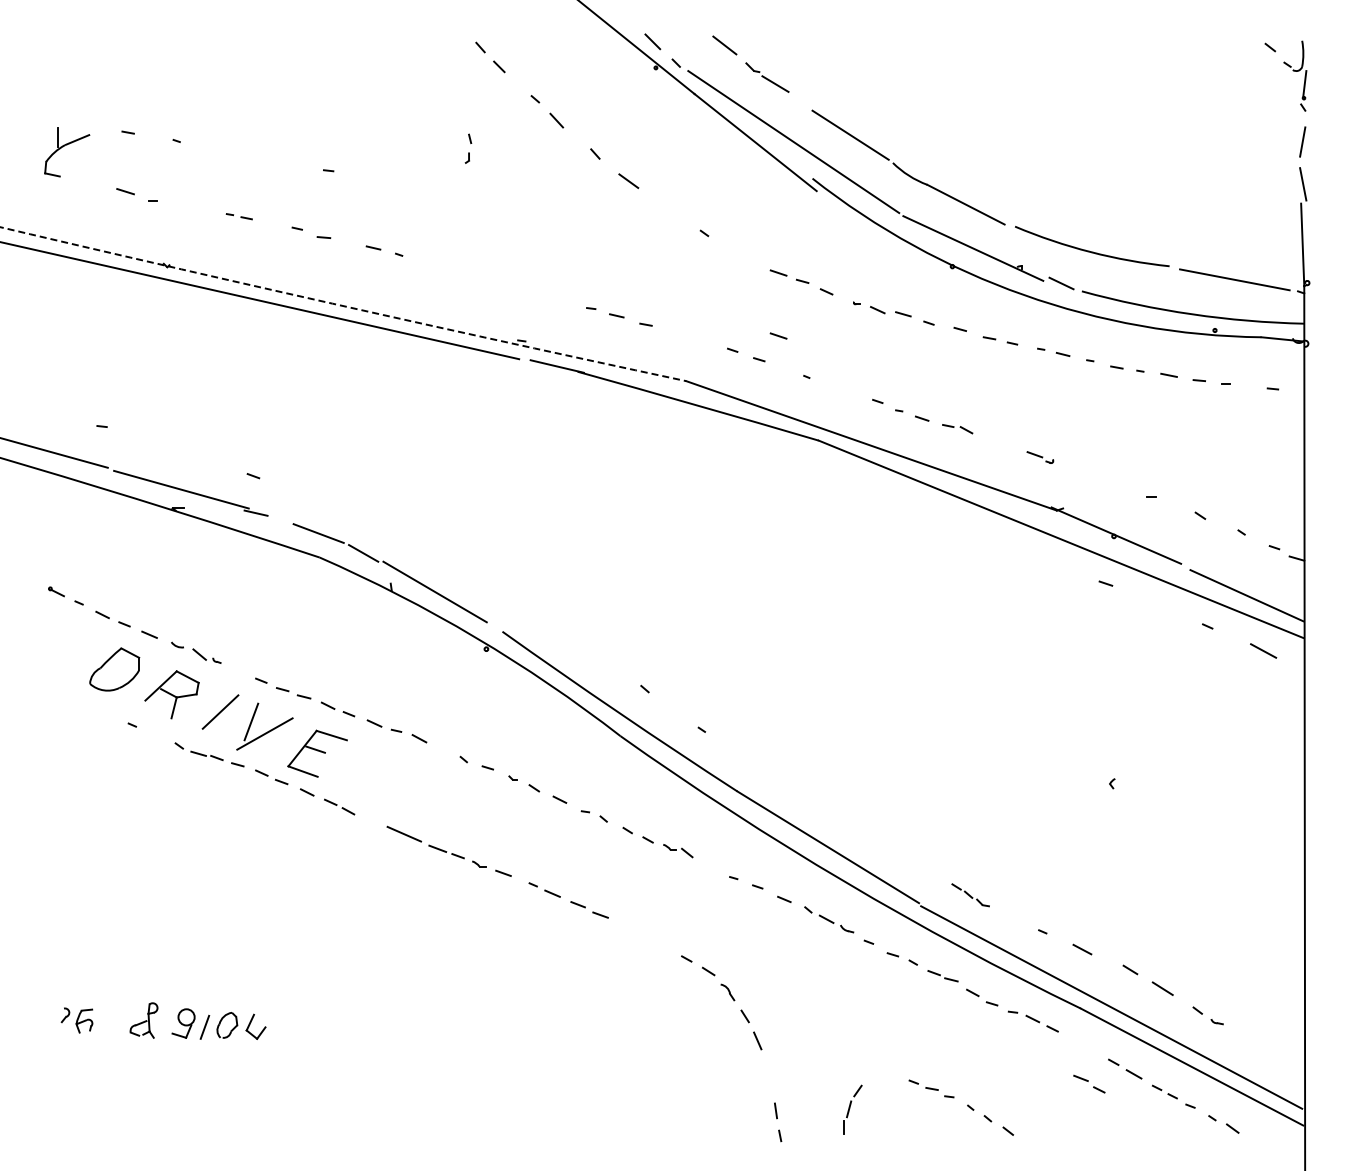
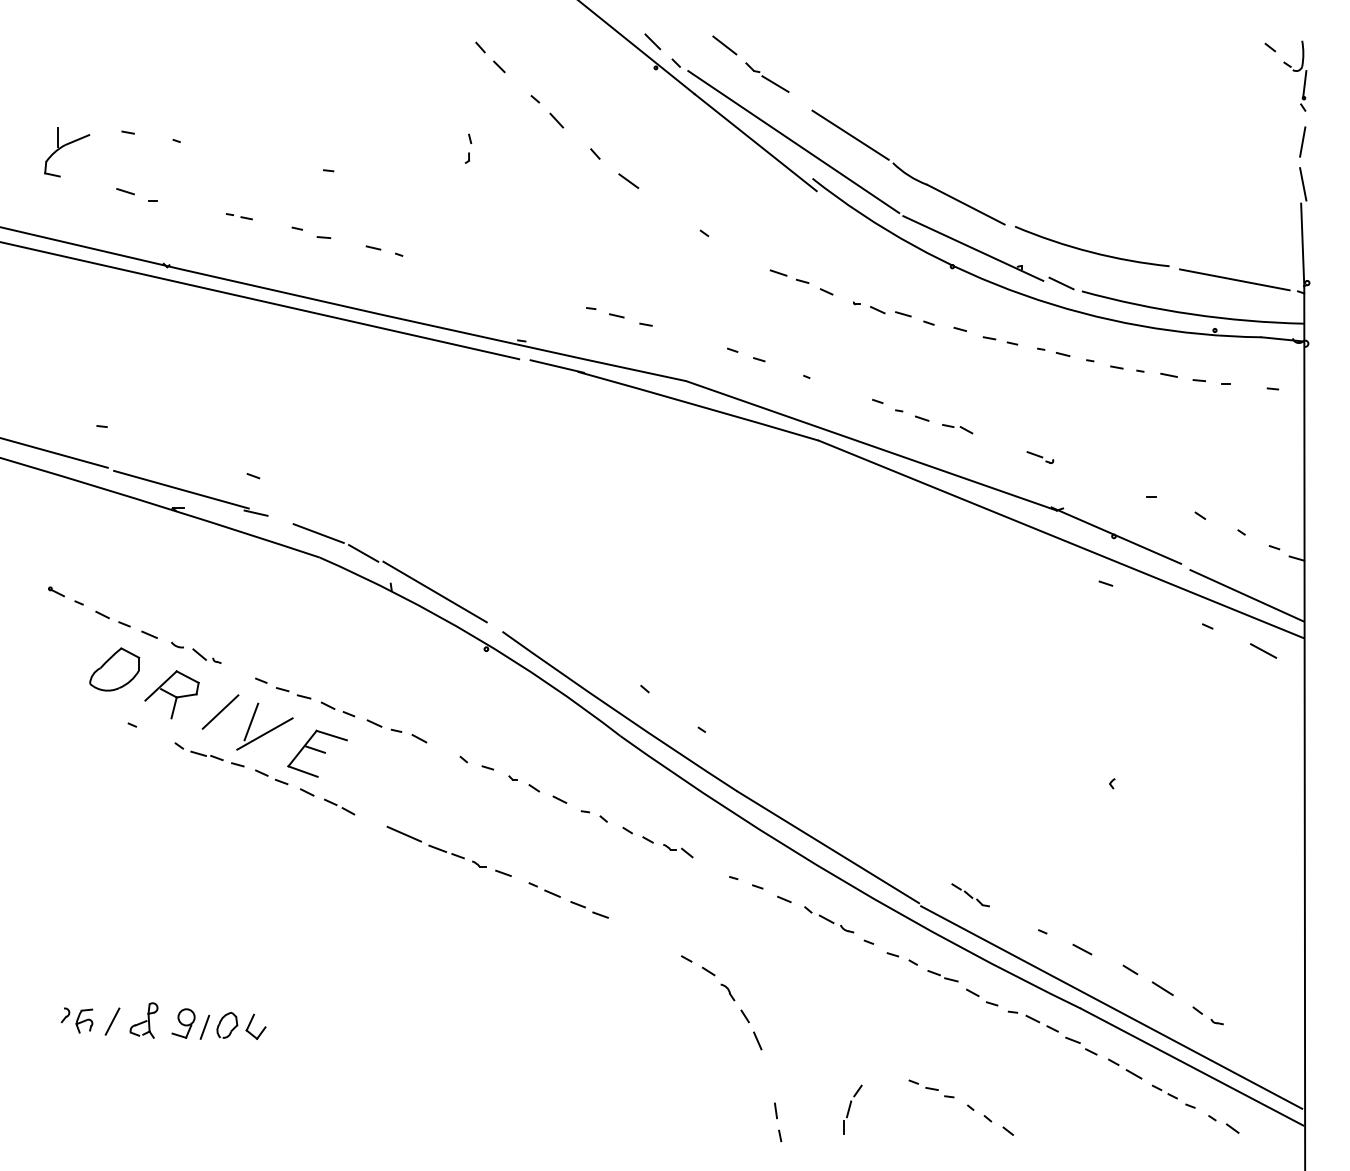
arc at (343, 306): dashed -> solid
line at (778, 335): present -> none
line at (112, 1021): none -> present
part at (1089, 1083) position: (1089, 1083) -> (1081, 1045)
